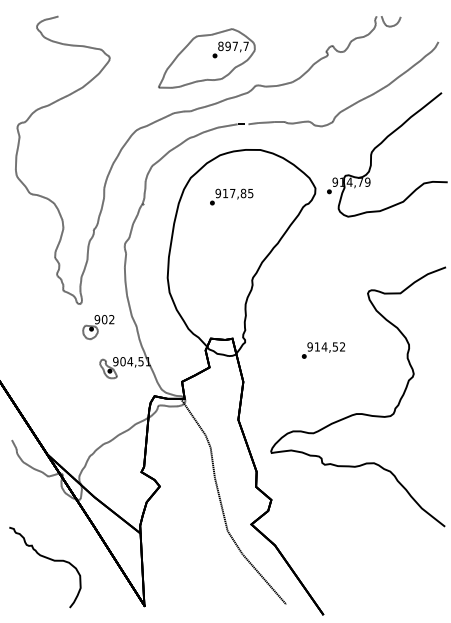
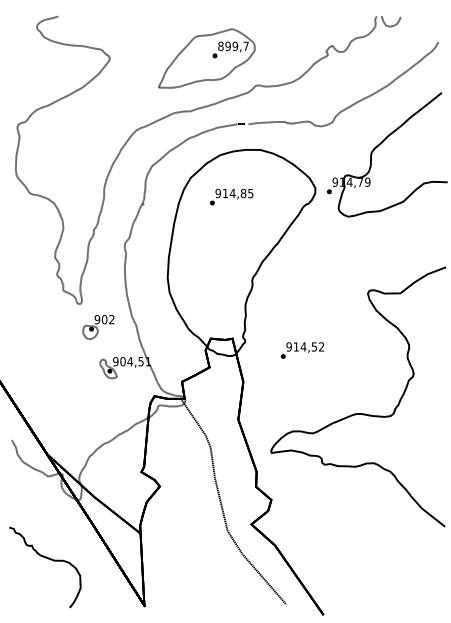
text at (235, 46): 897,7 -> 899,7
text at (232, 193): 917,85 -> 914,85
text at (322, 350) position: (322, 350) -> (301, 350)
